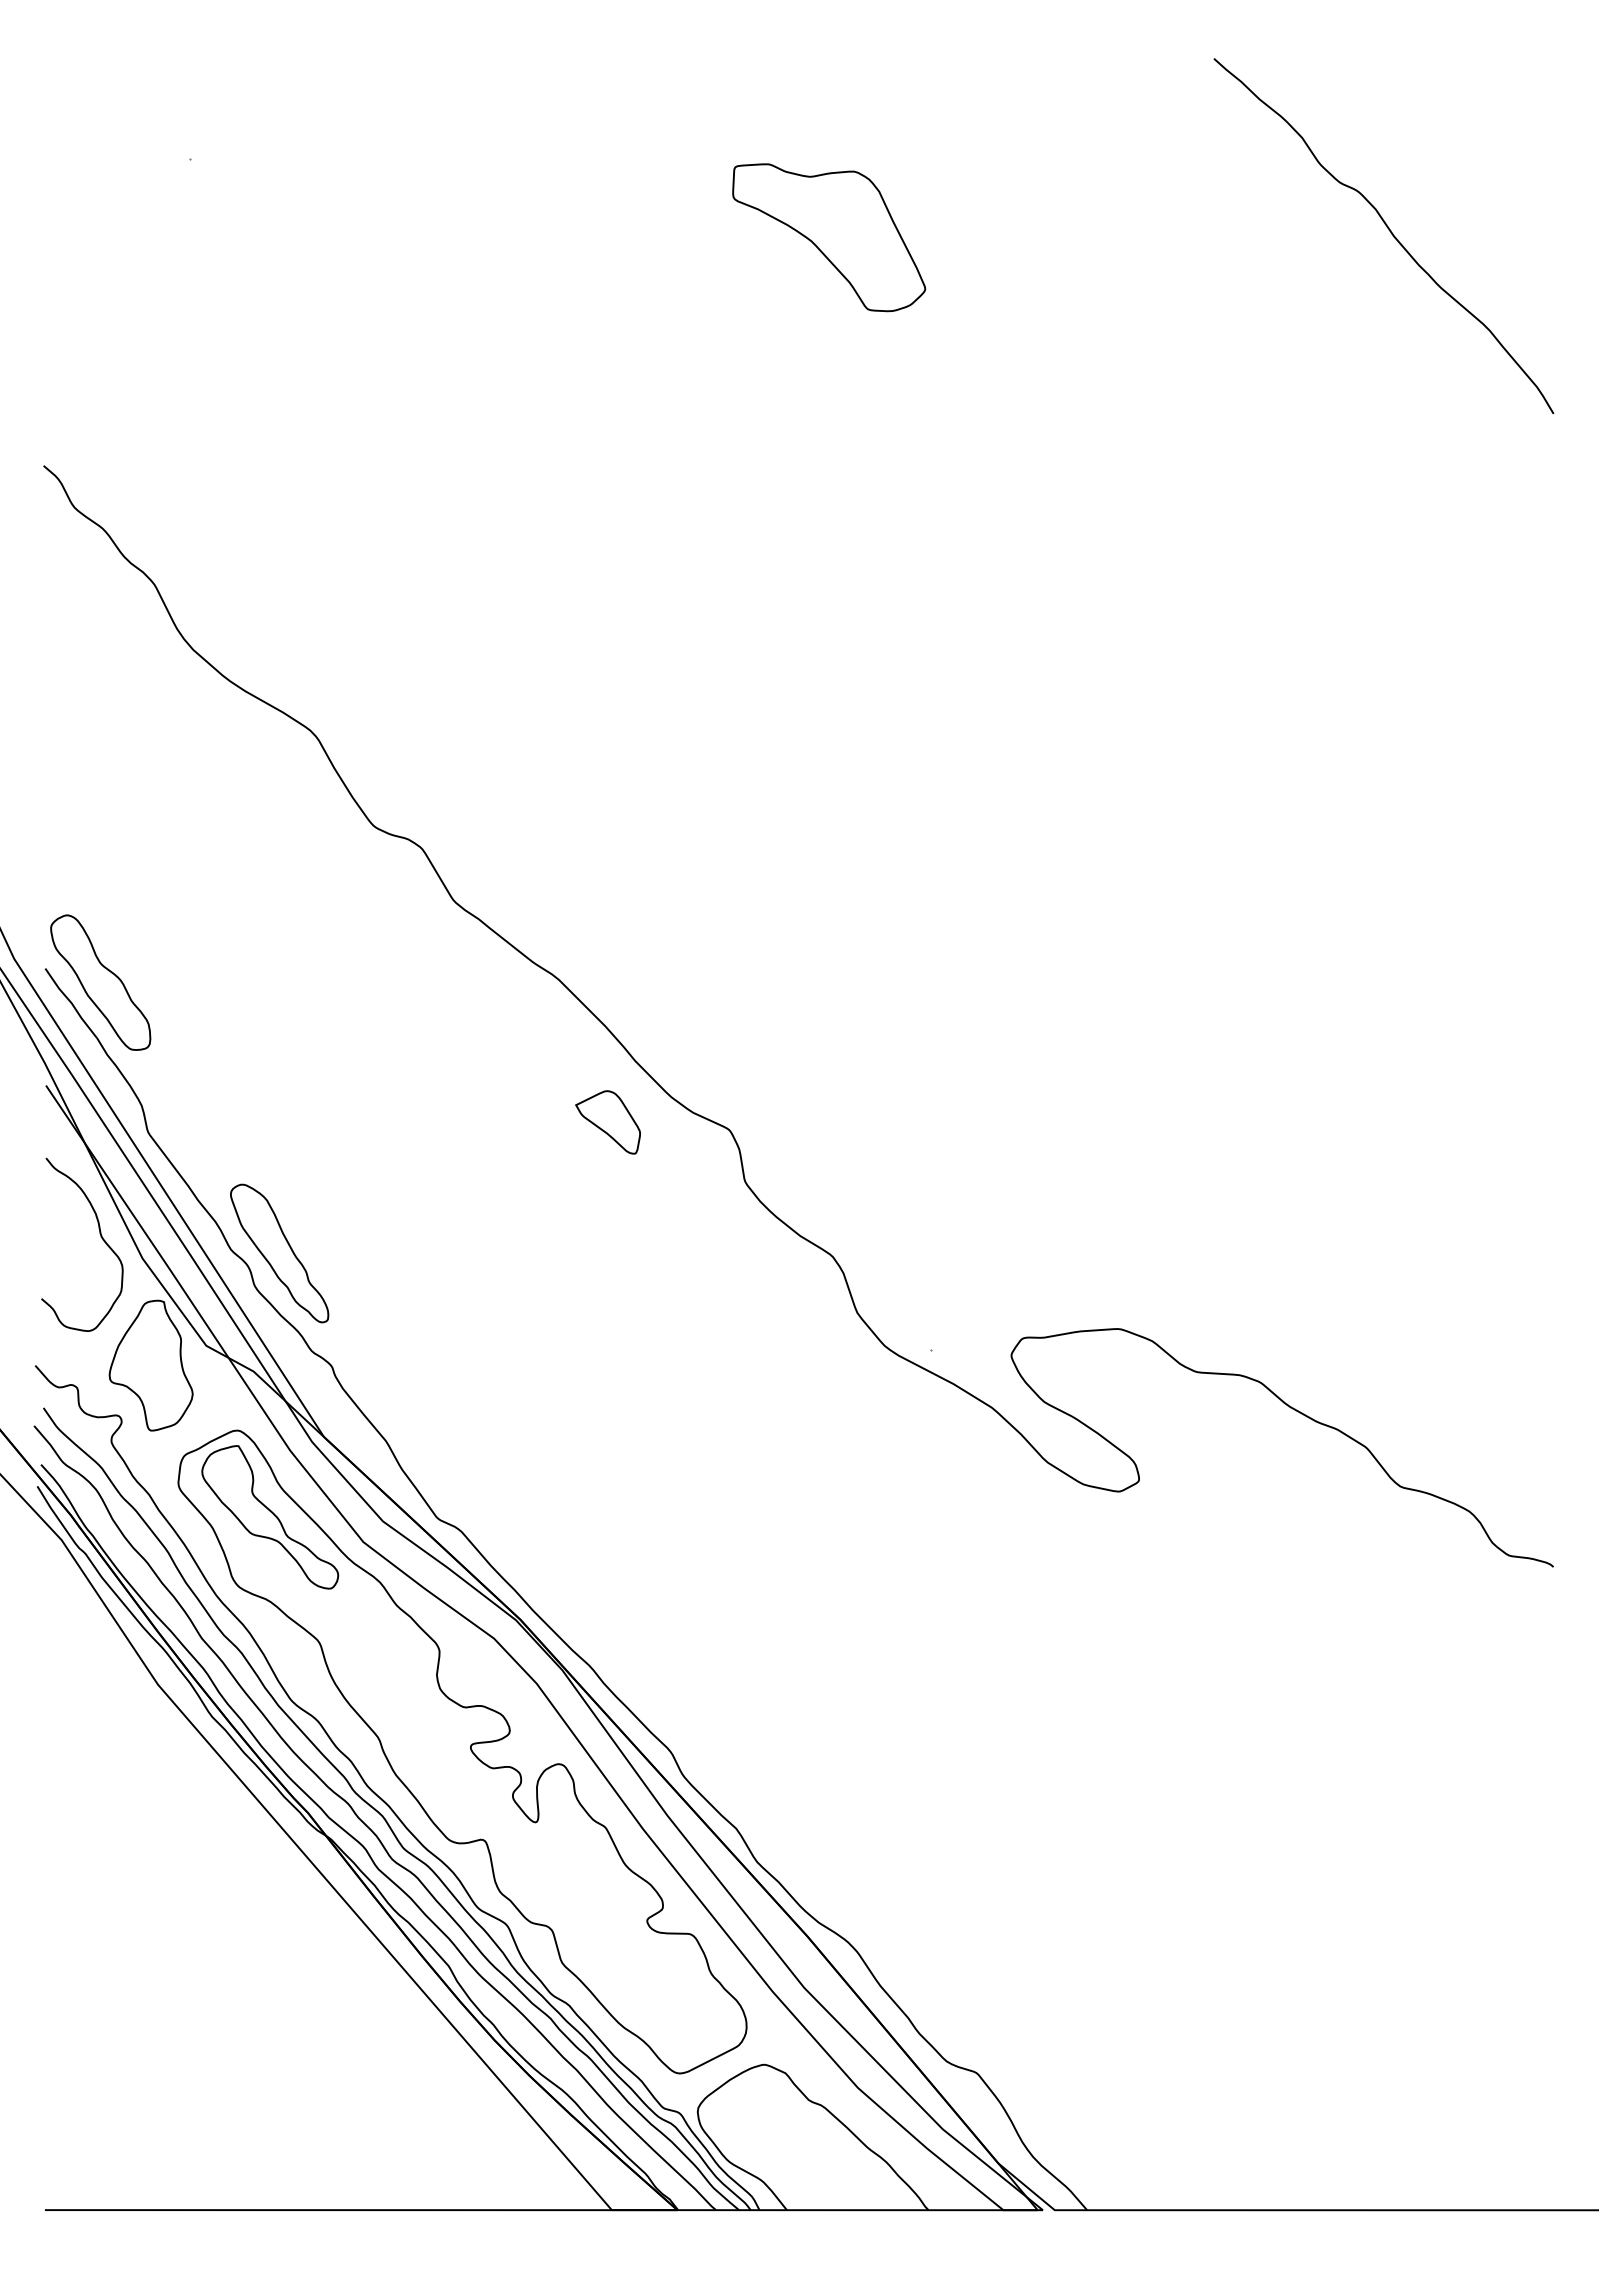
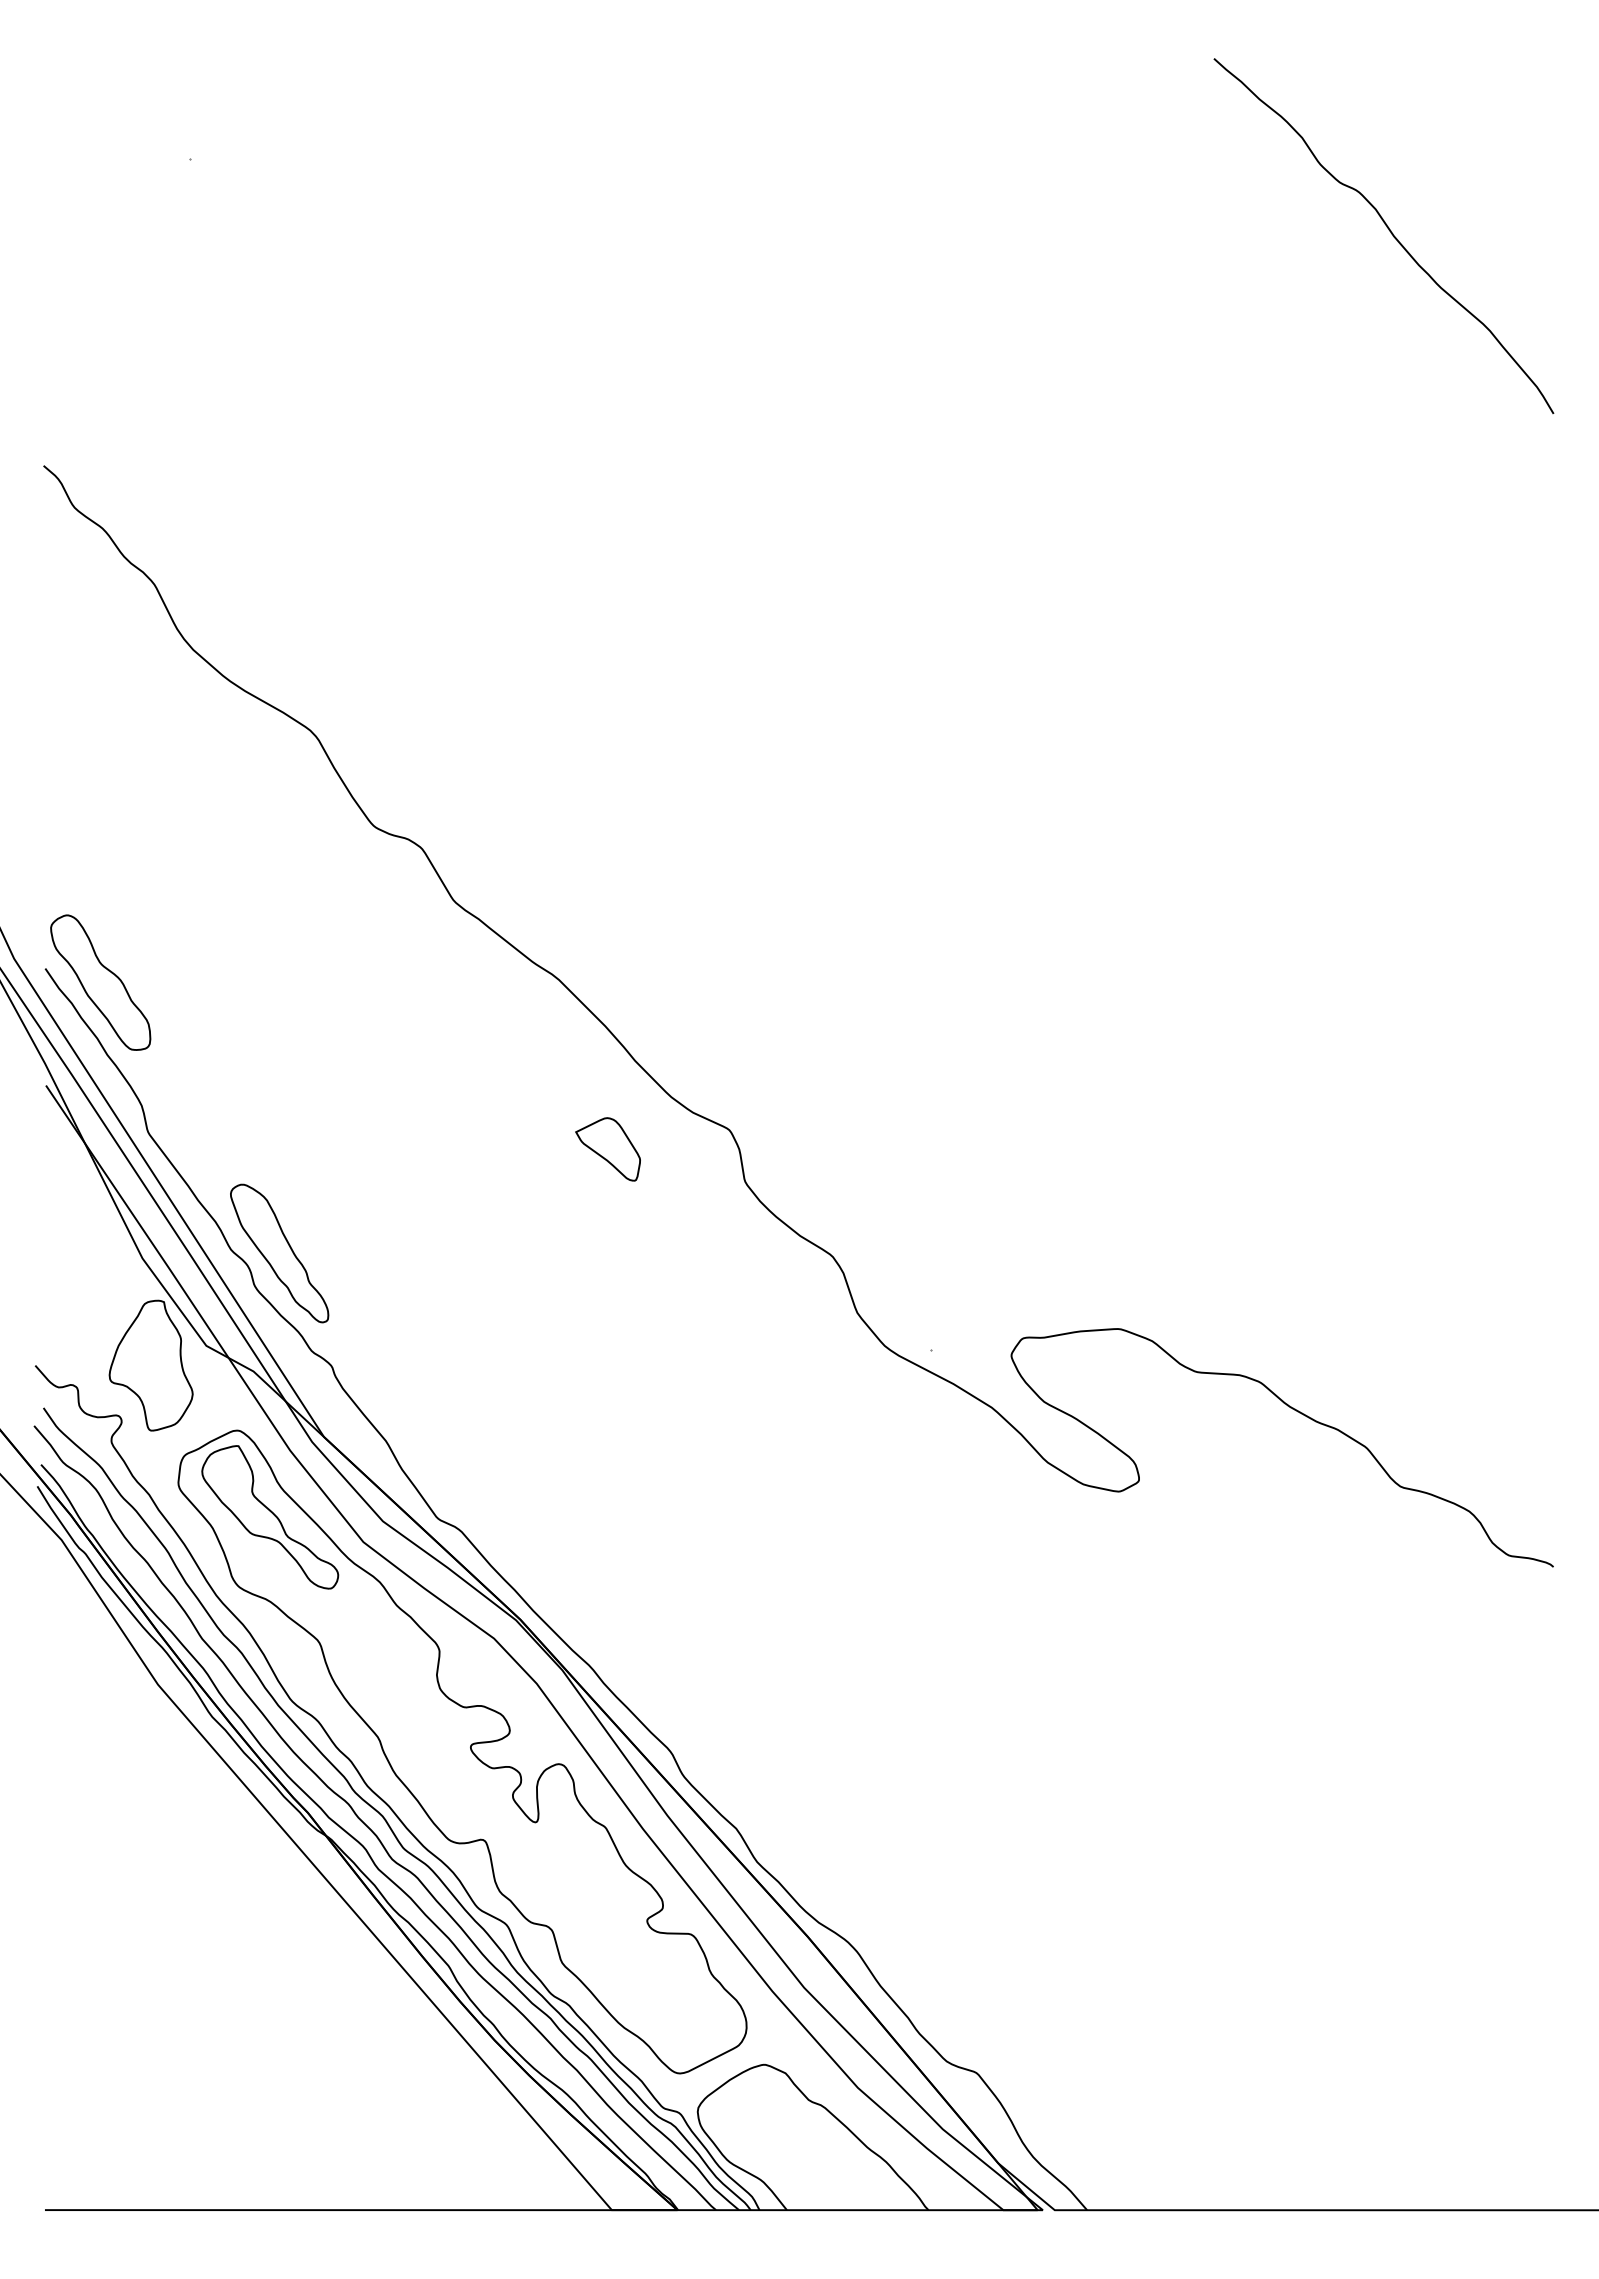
part at (829, 237): present -> none
part at (607, 1122) position: (607, 1122) -> (607, 1149)
curve at (100, 1236): present -> none
